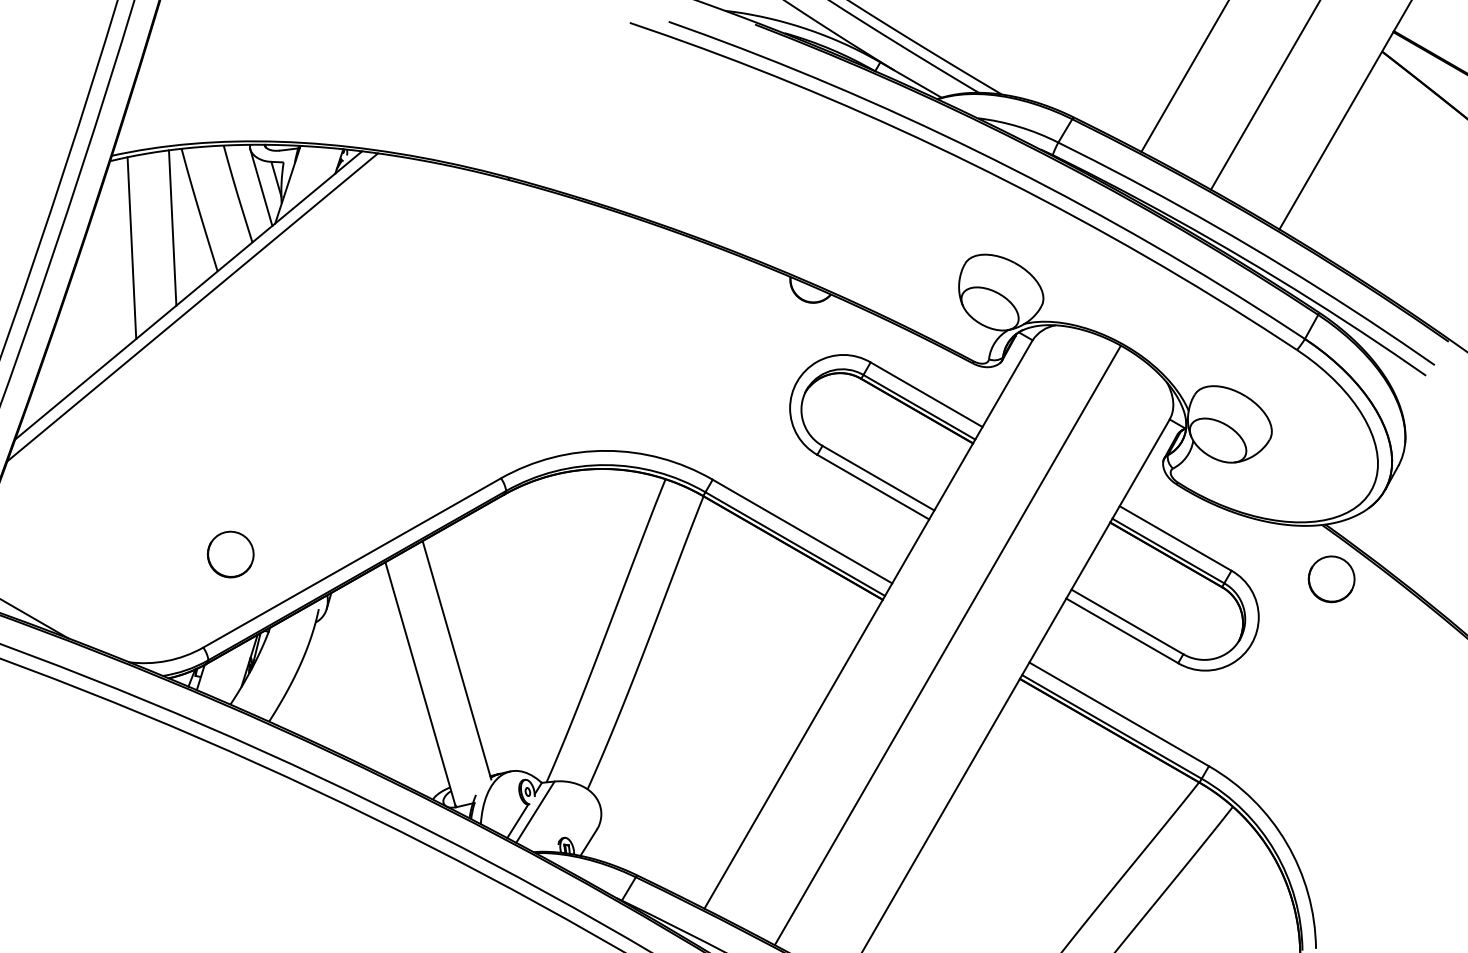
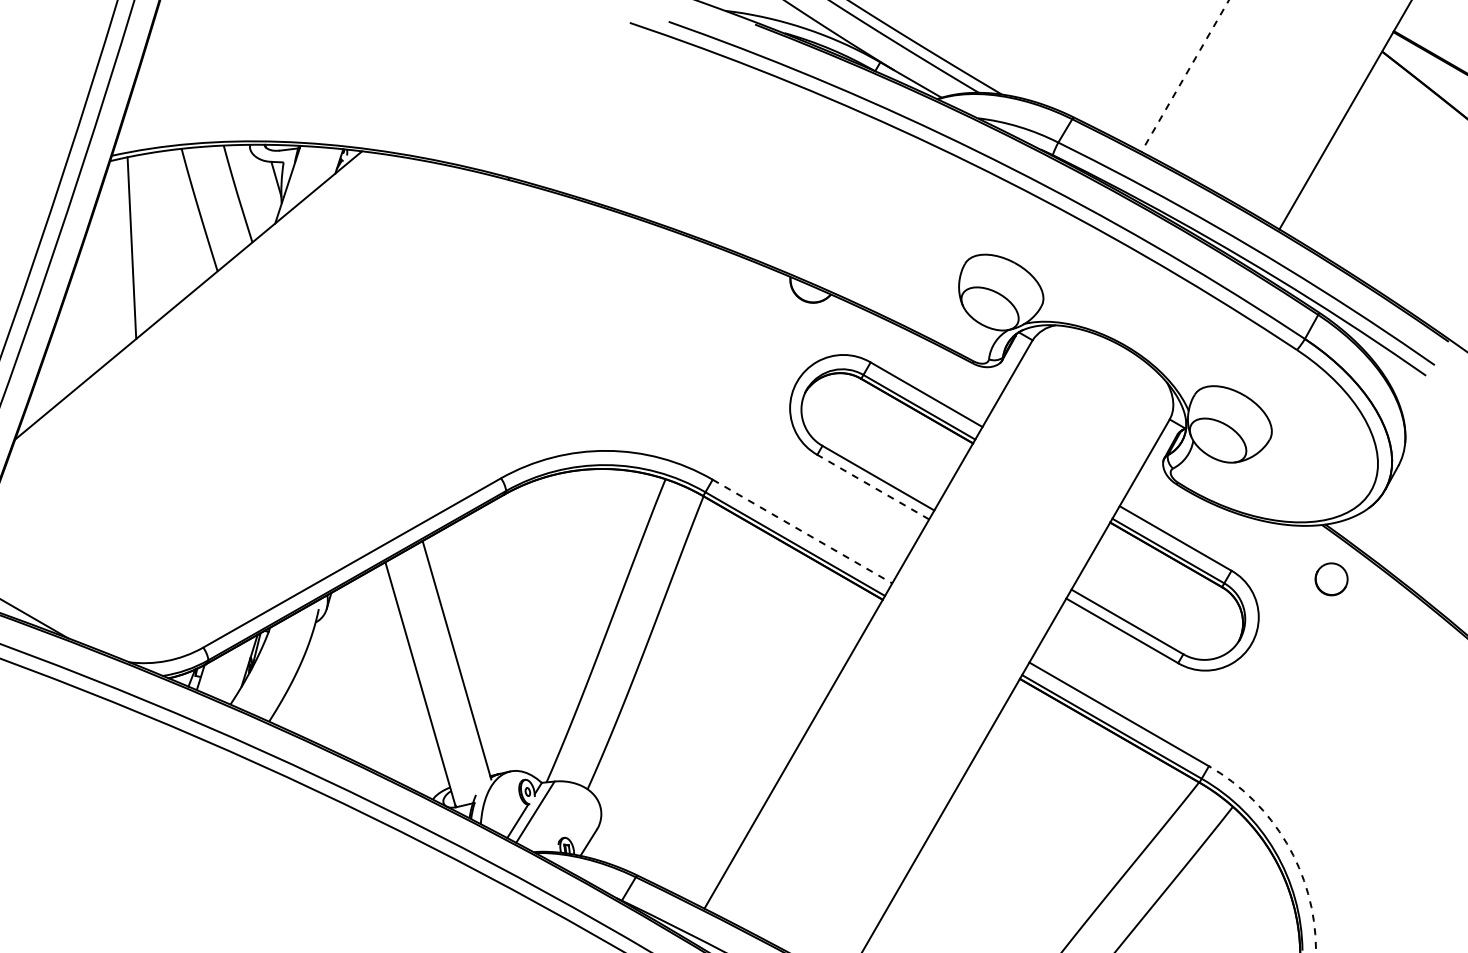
line at (1184, 76): solid -> dashed
line at (1264, 95): present -> none
line at (261, 187): present -> none
line at (172, 227): present -> none
line at (192, 307): present -> none
line at (873, 487): solid -> dashed
line at (802, 531): solid -> dashed
part at (230, 554): present -> none
part at (1331, 579) size: 49x49 px -> 35x35 px
line at (947, 645): present -> none
arc at (1286, 843): solid -> dashed
